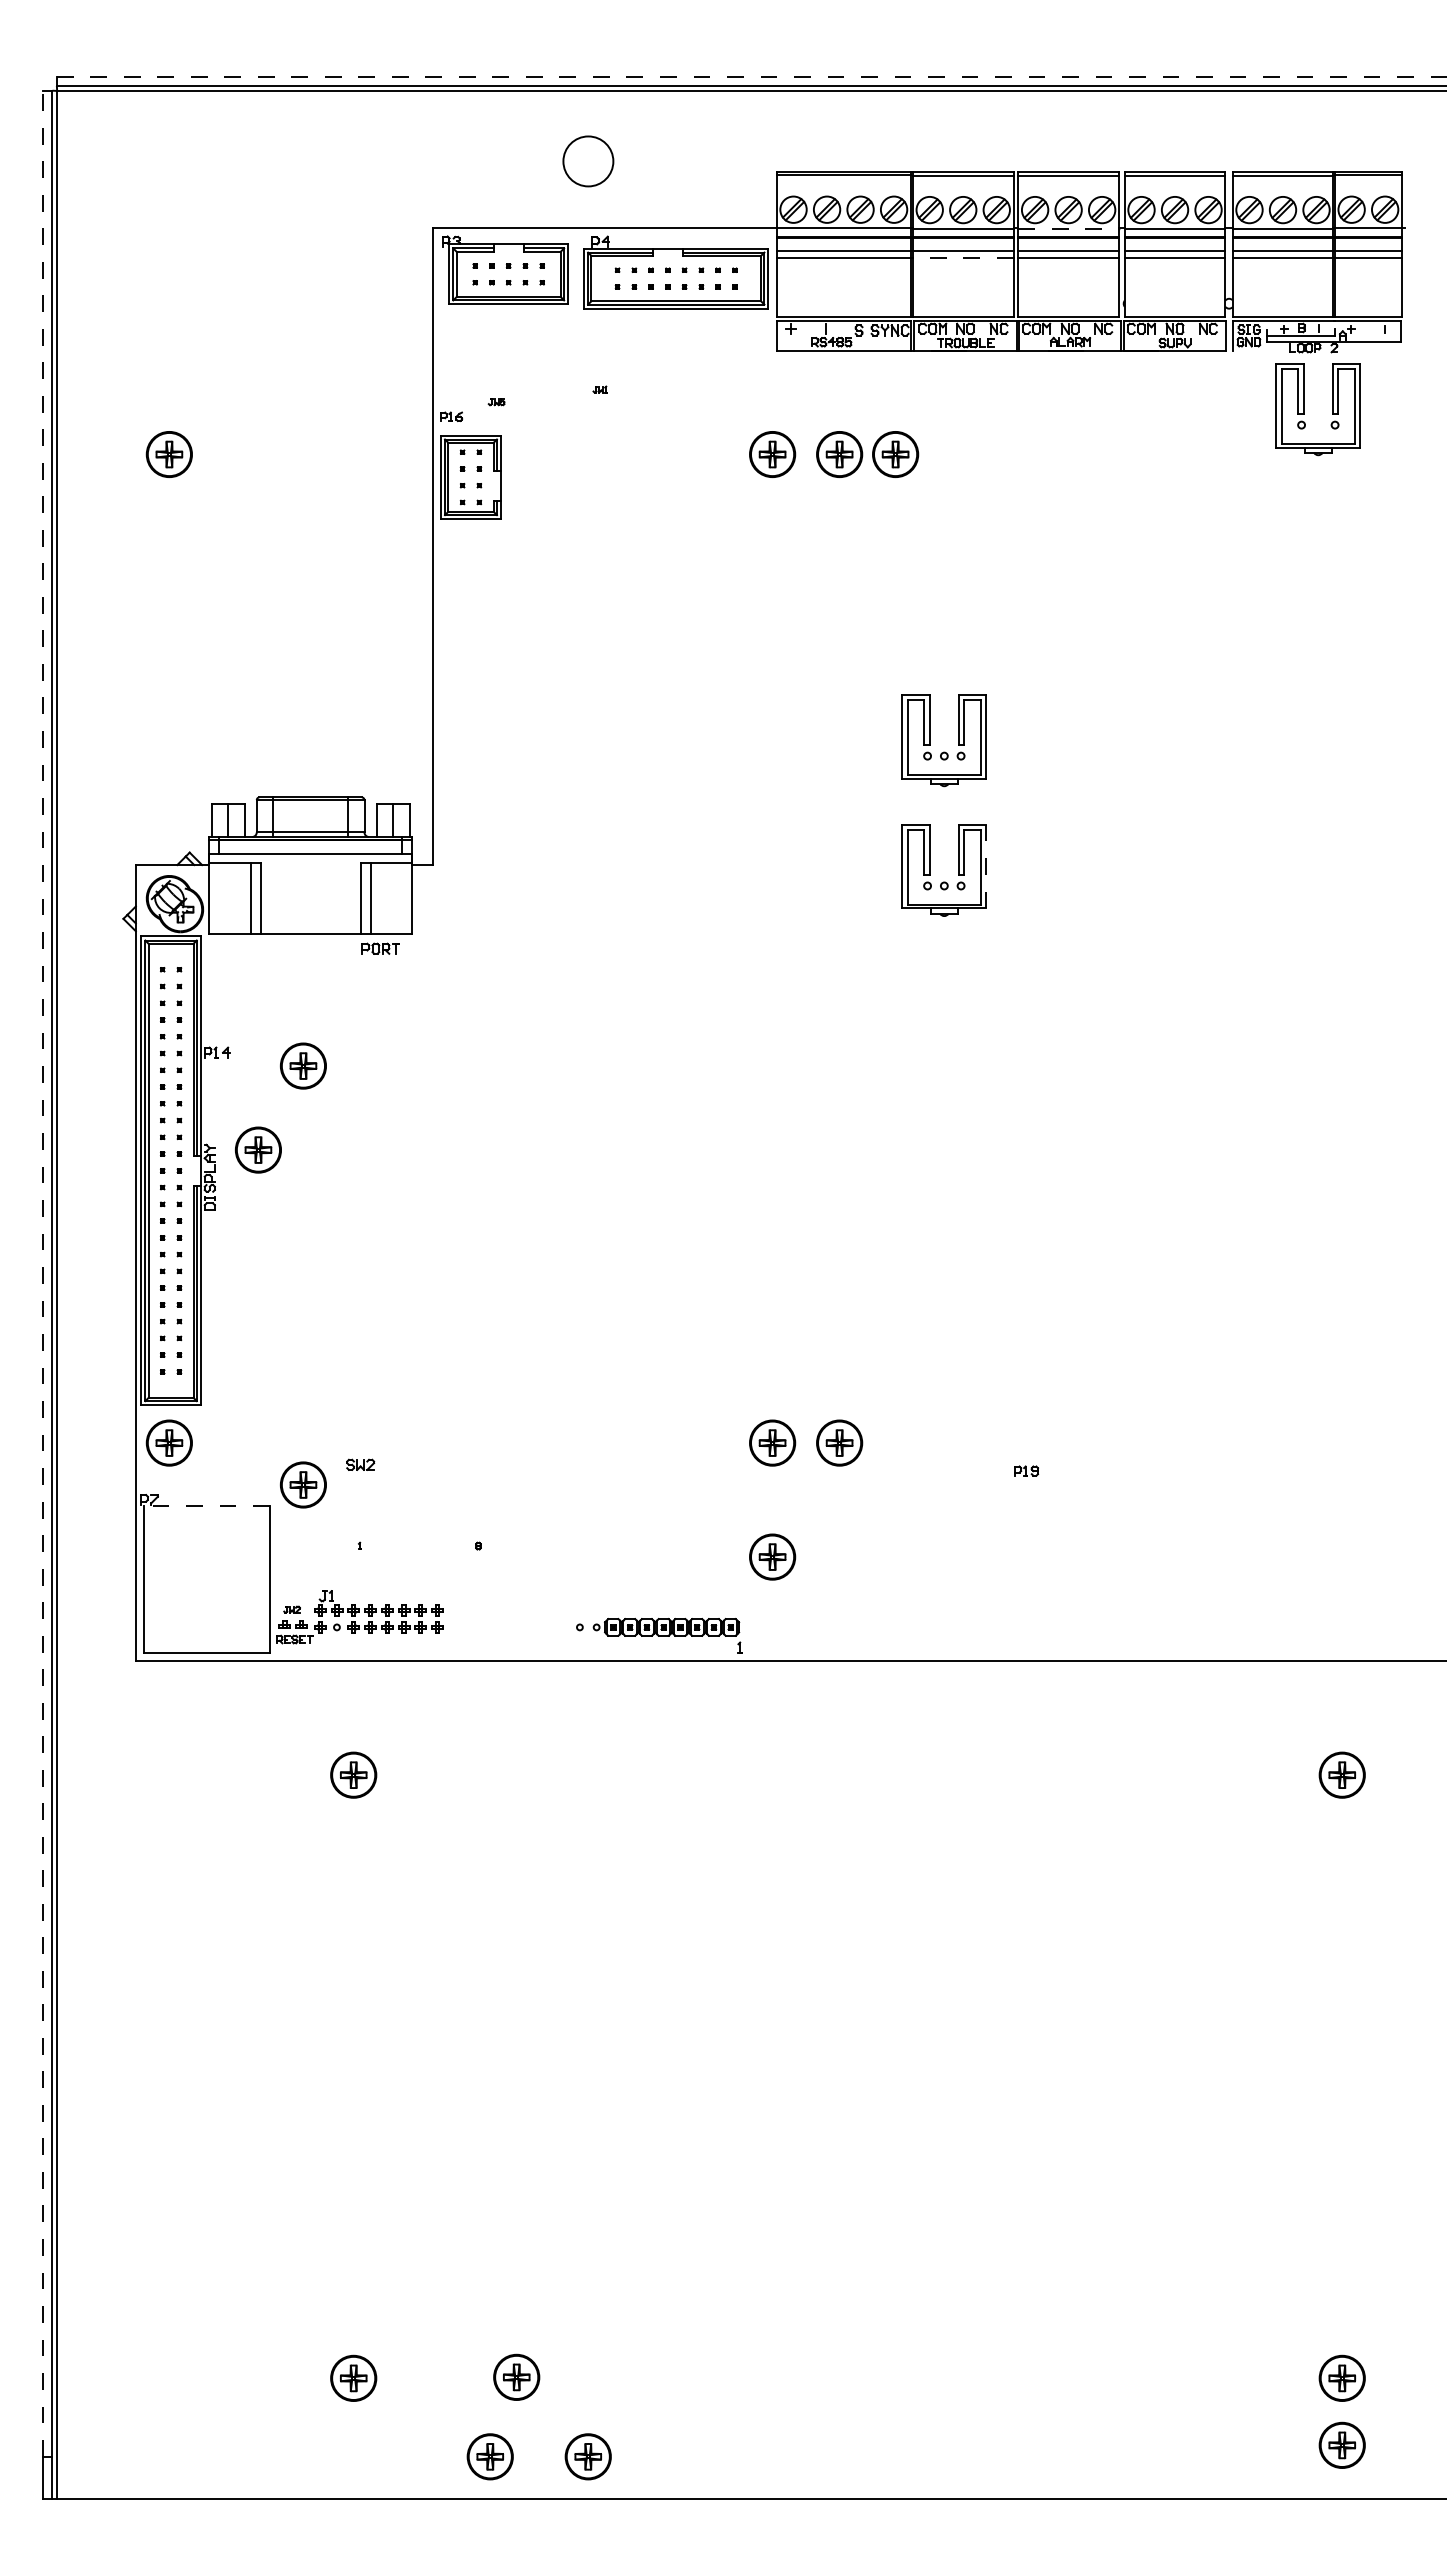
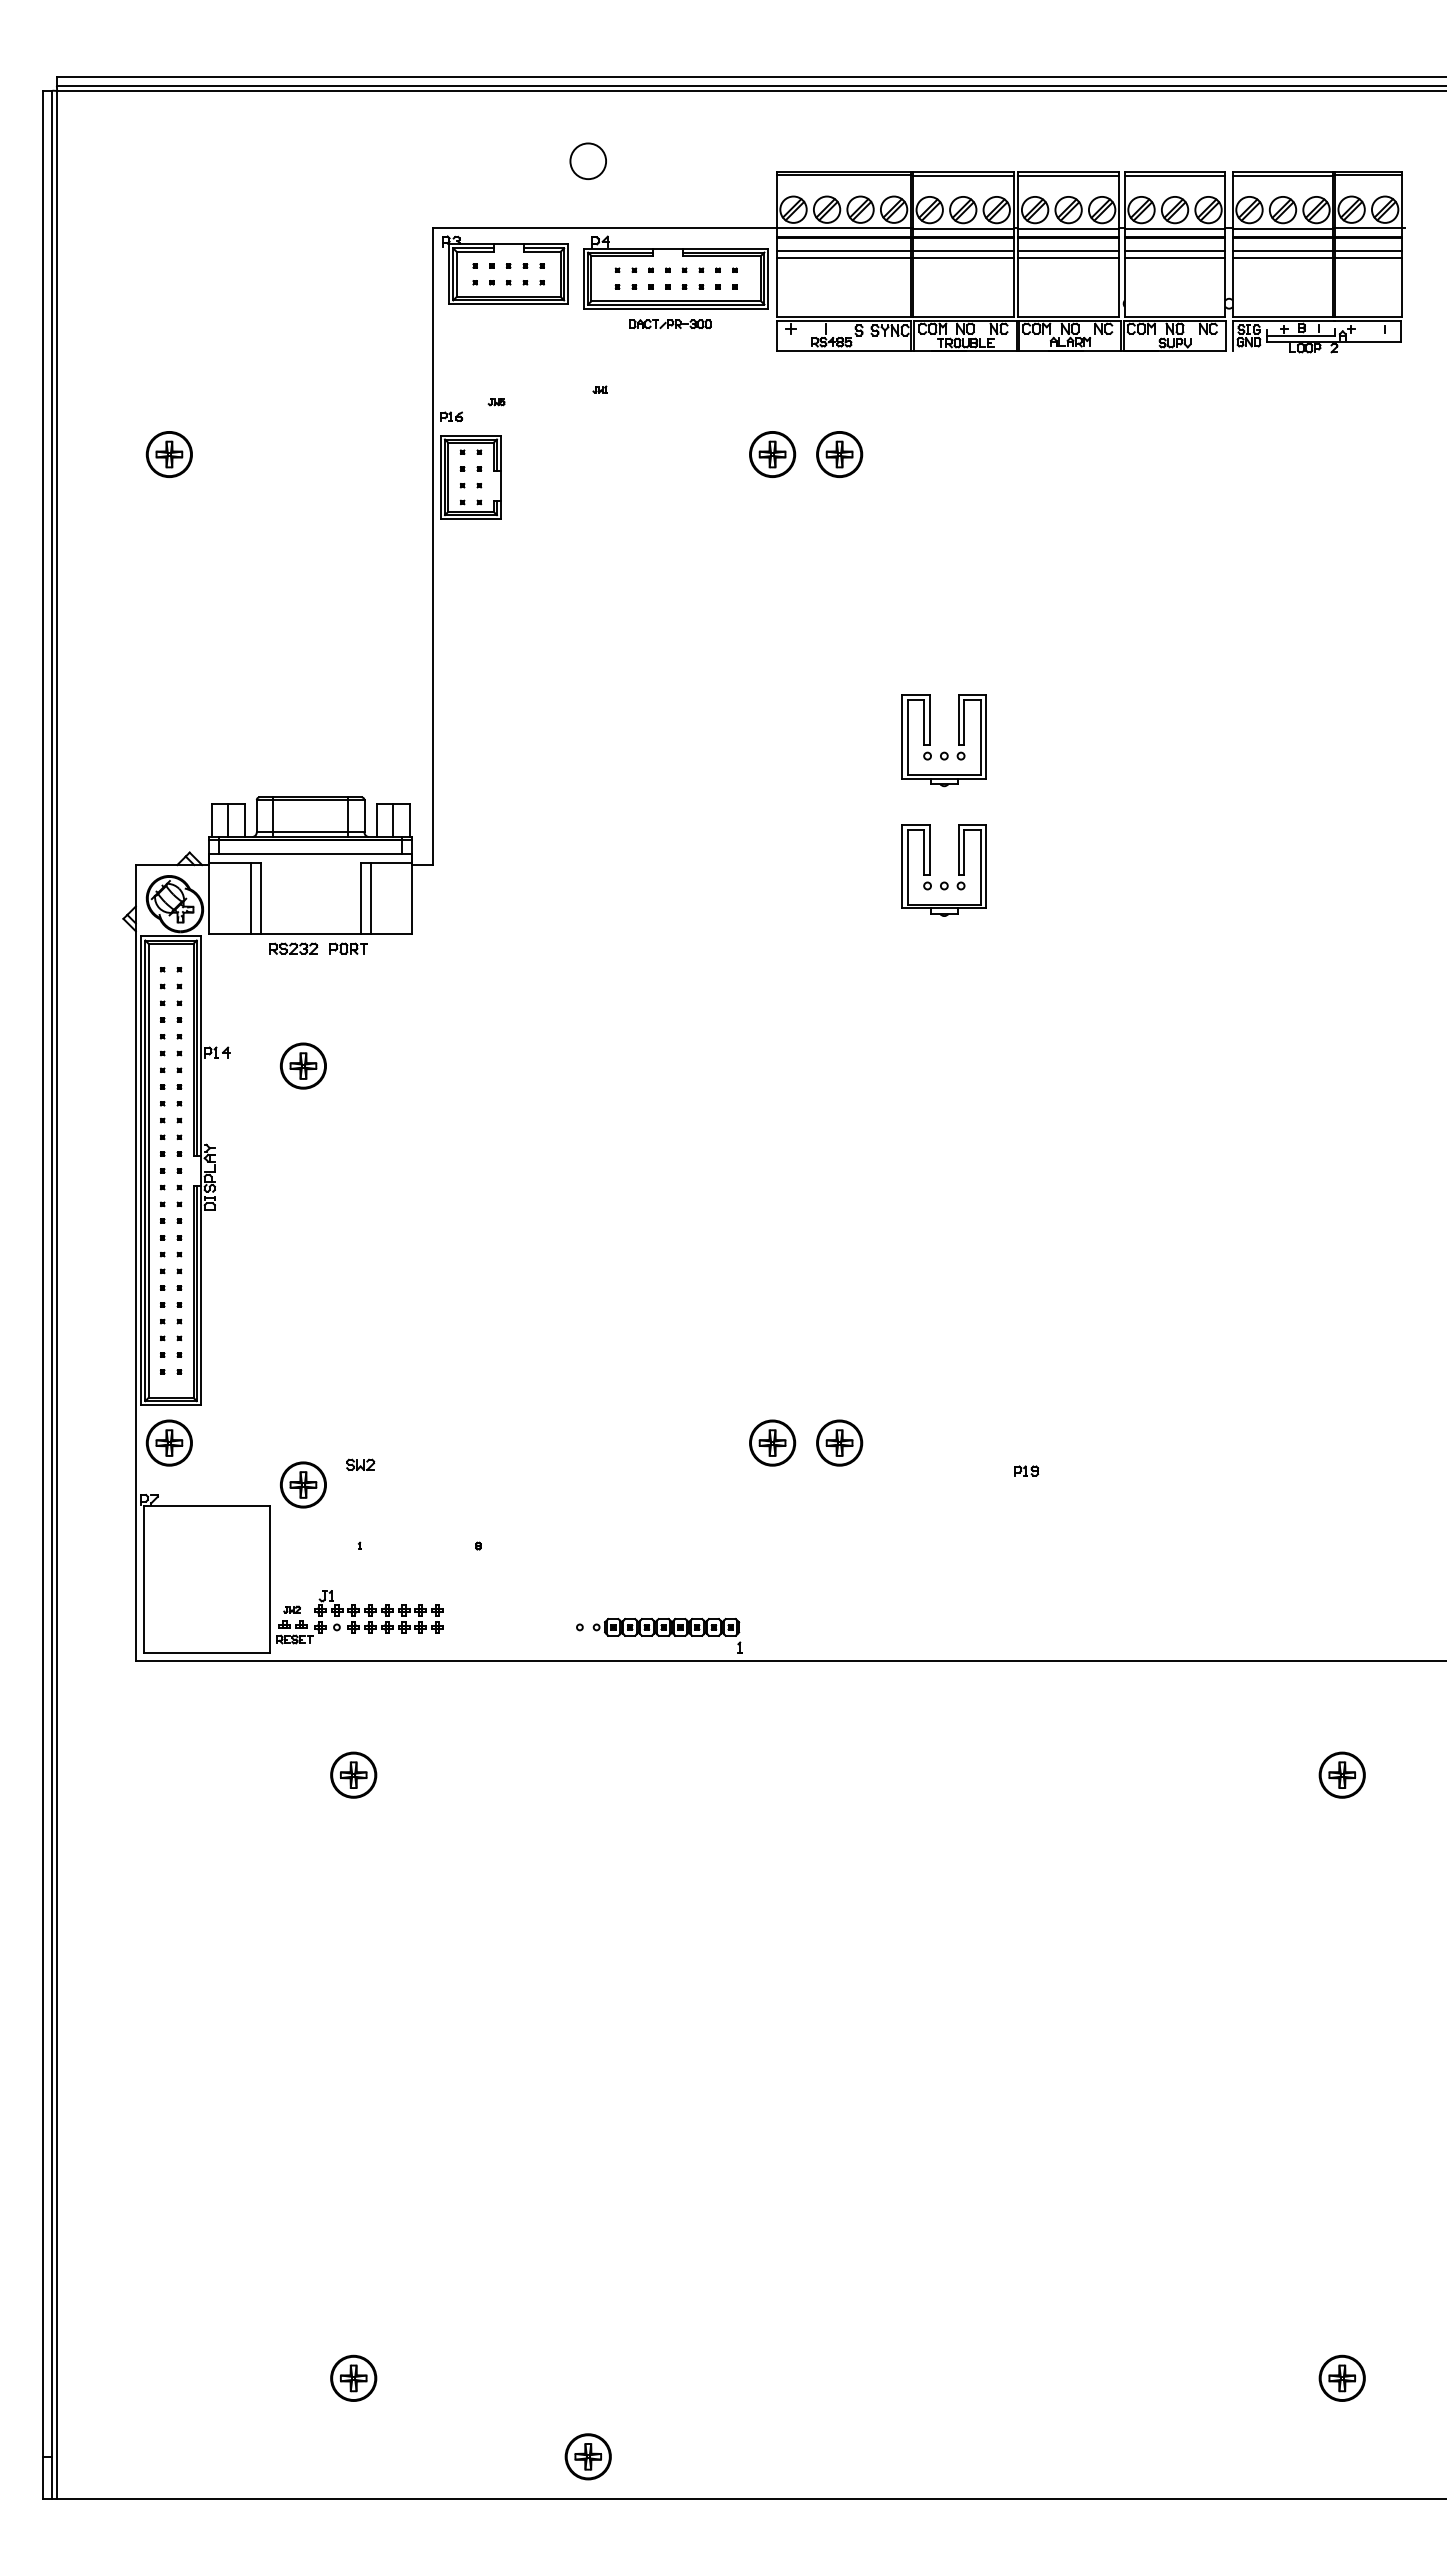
line at (751, 77): dashed -> solid
circle at (588, 161) size: 53x53 px -> 38x38 px
line at (1069, 228): dashed -> solid
line at (962, 258): dashed -> solid
part at (670, 324): none -> present
part at (1304, 409): present -> none
part at (895, 454): present -> none
line at (986, 866): dashed -> solid
part at (293, 948): none -> present
part at (380, 948) position: (380, 948) -> (348, 948)
part at (258, 1149): present -> none
line at (43, 1273): dashed -> solid
line at (207, 1505): dashed -> solid
part at (772, 1556): present -> none
part at (516, 2376): present -> none
part at (1341, 2444): present -> none
part at (489, 2456): present -> none
